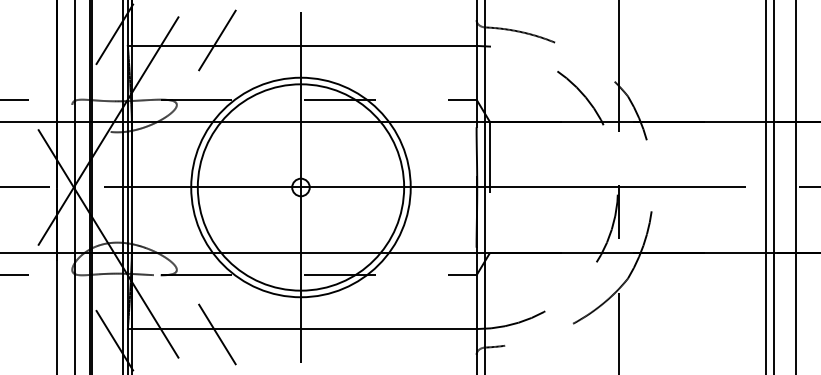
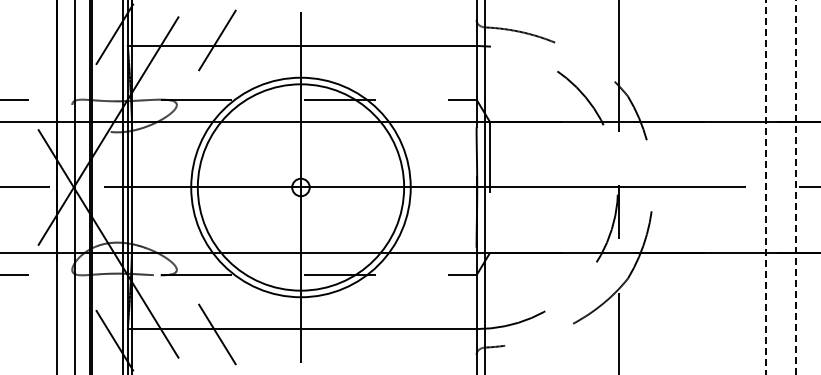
line at (773, 186): present -> none
line at (796, 187): solid -> dashed
line at (765, 188): solid -> dashed
